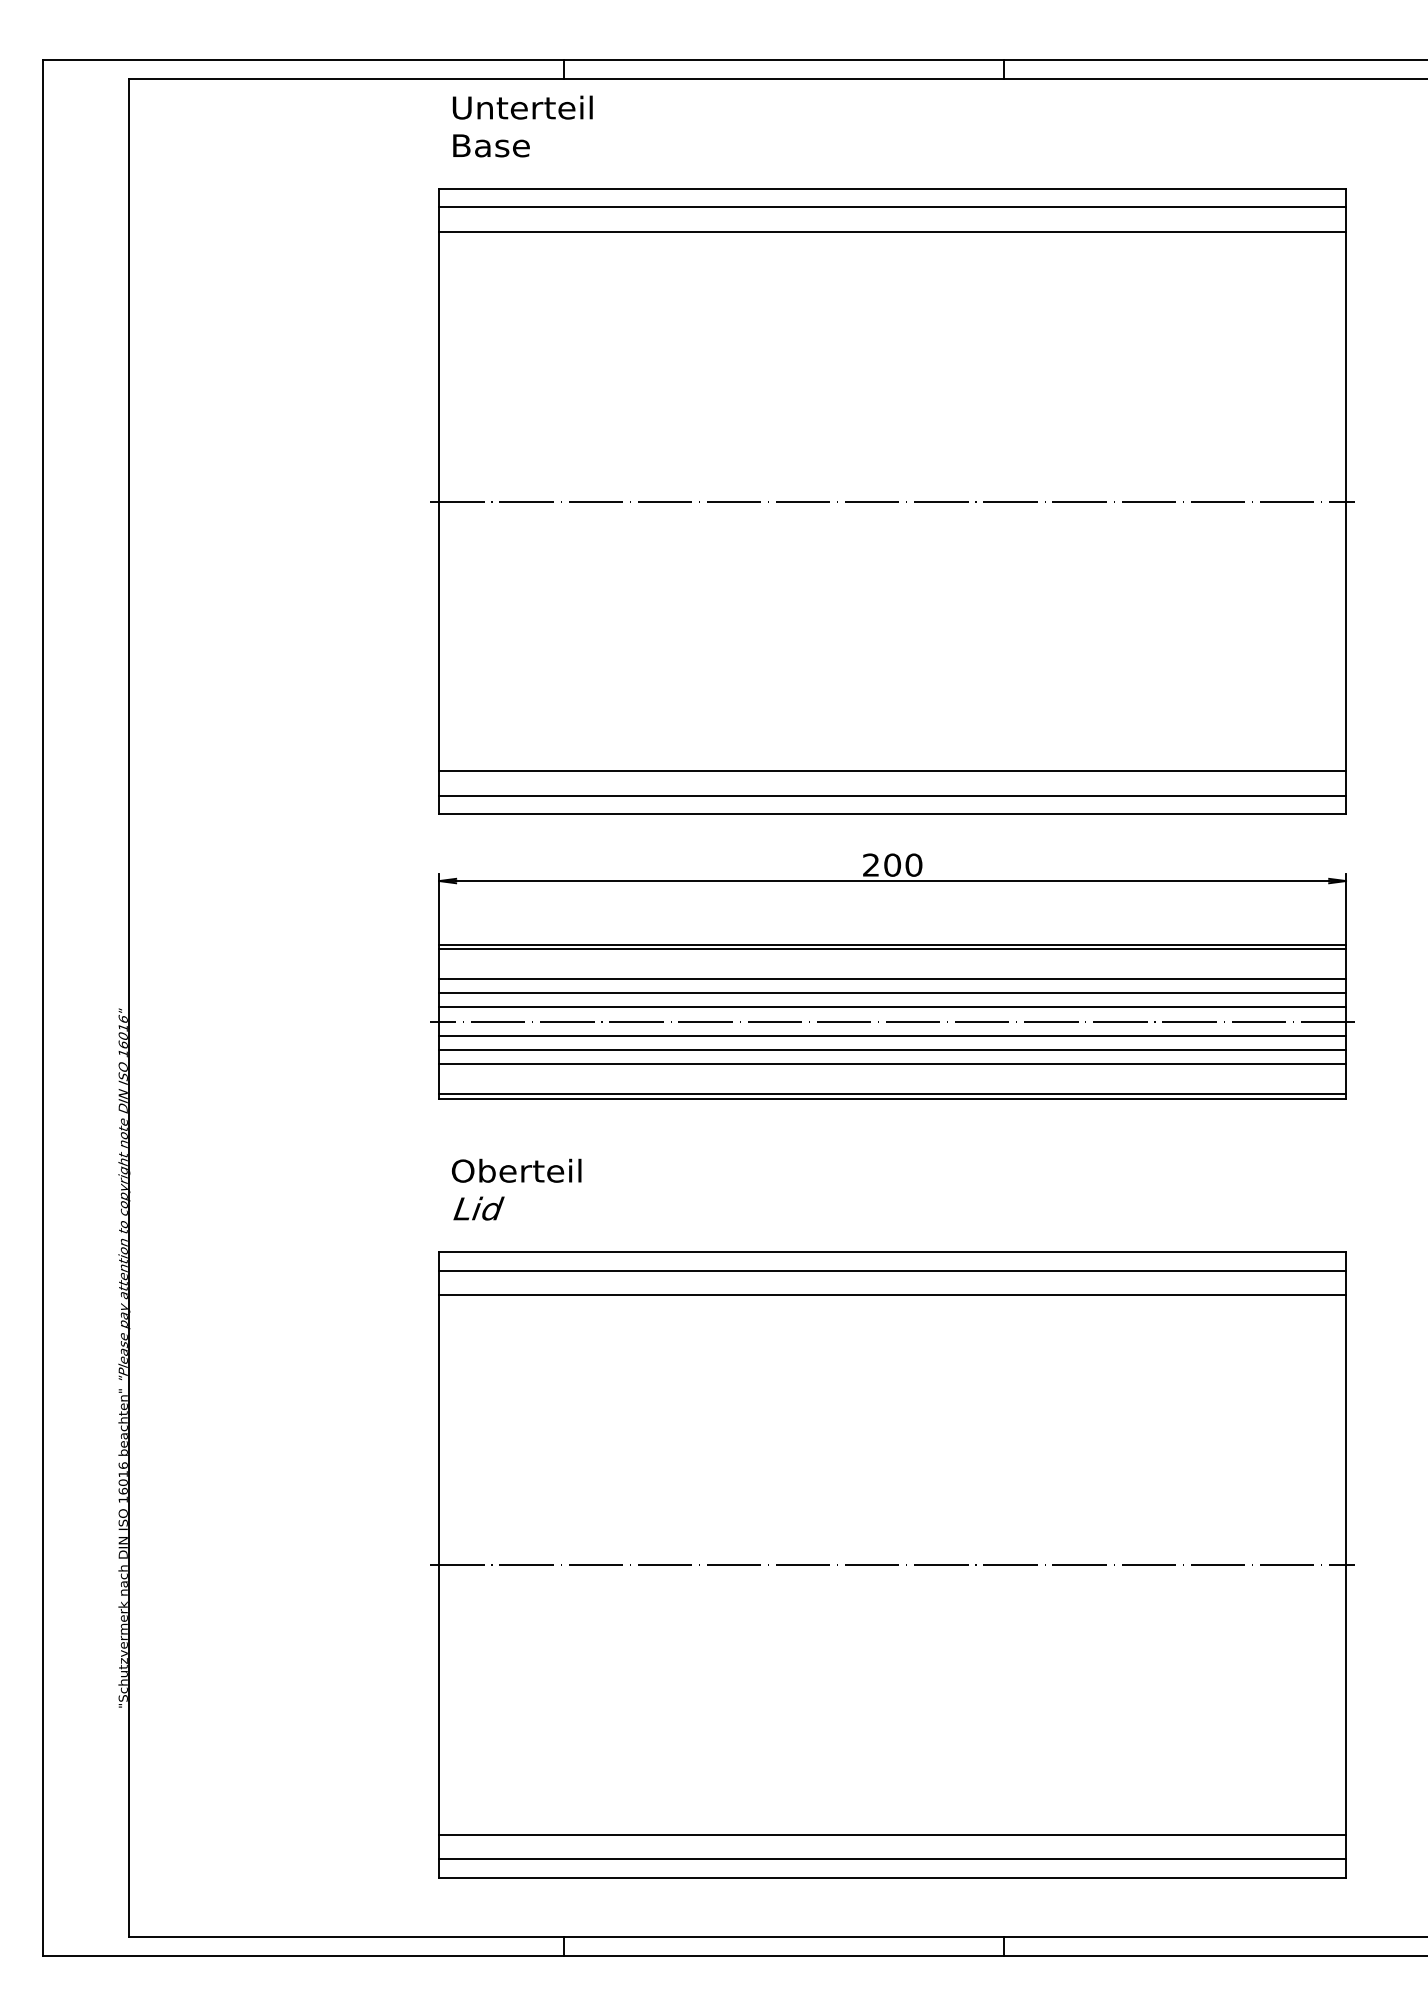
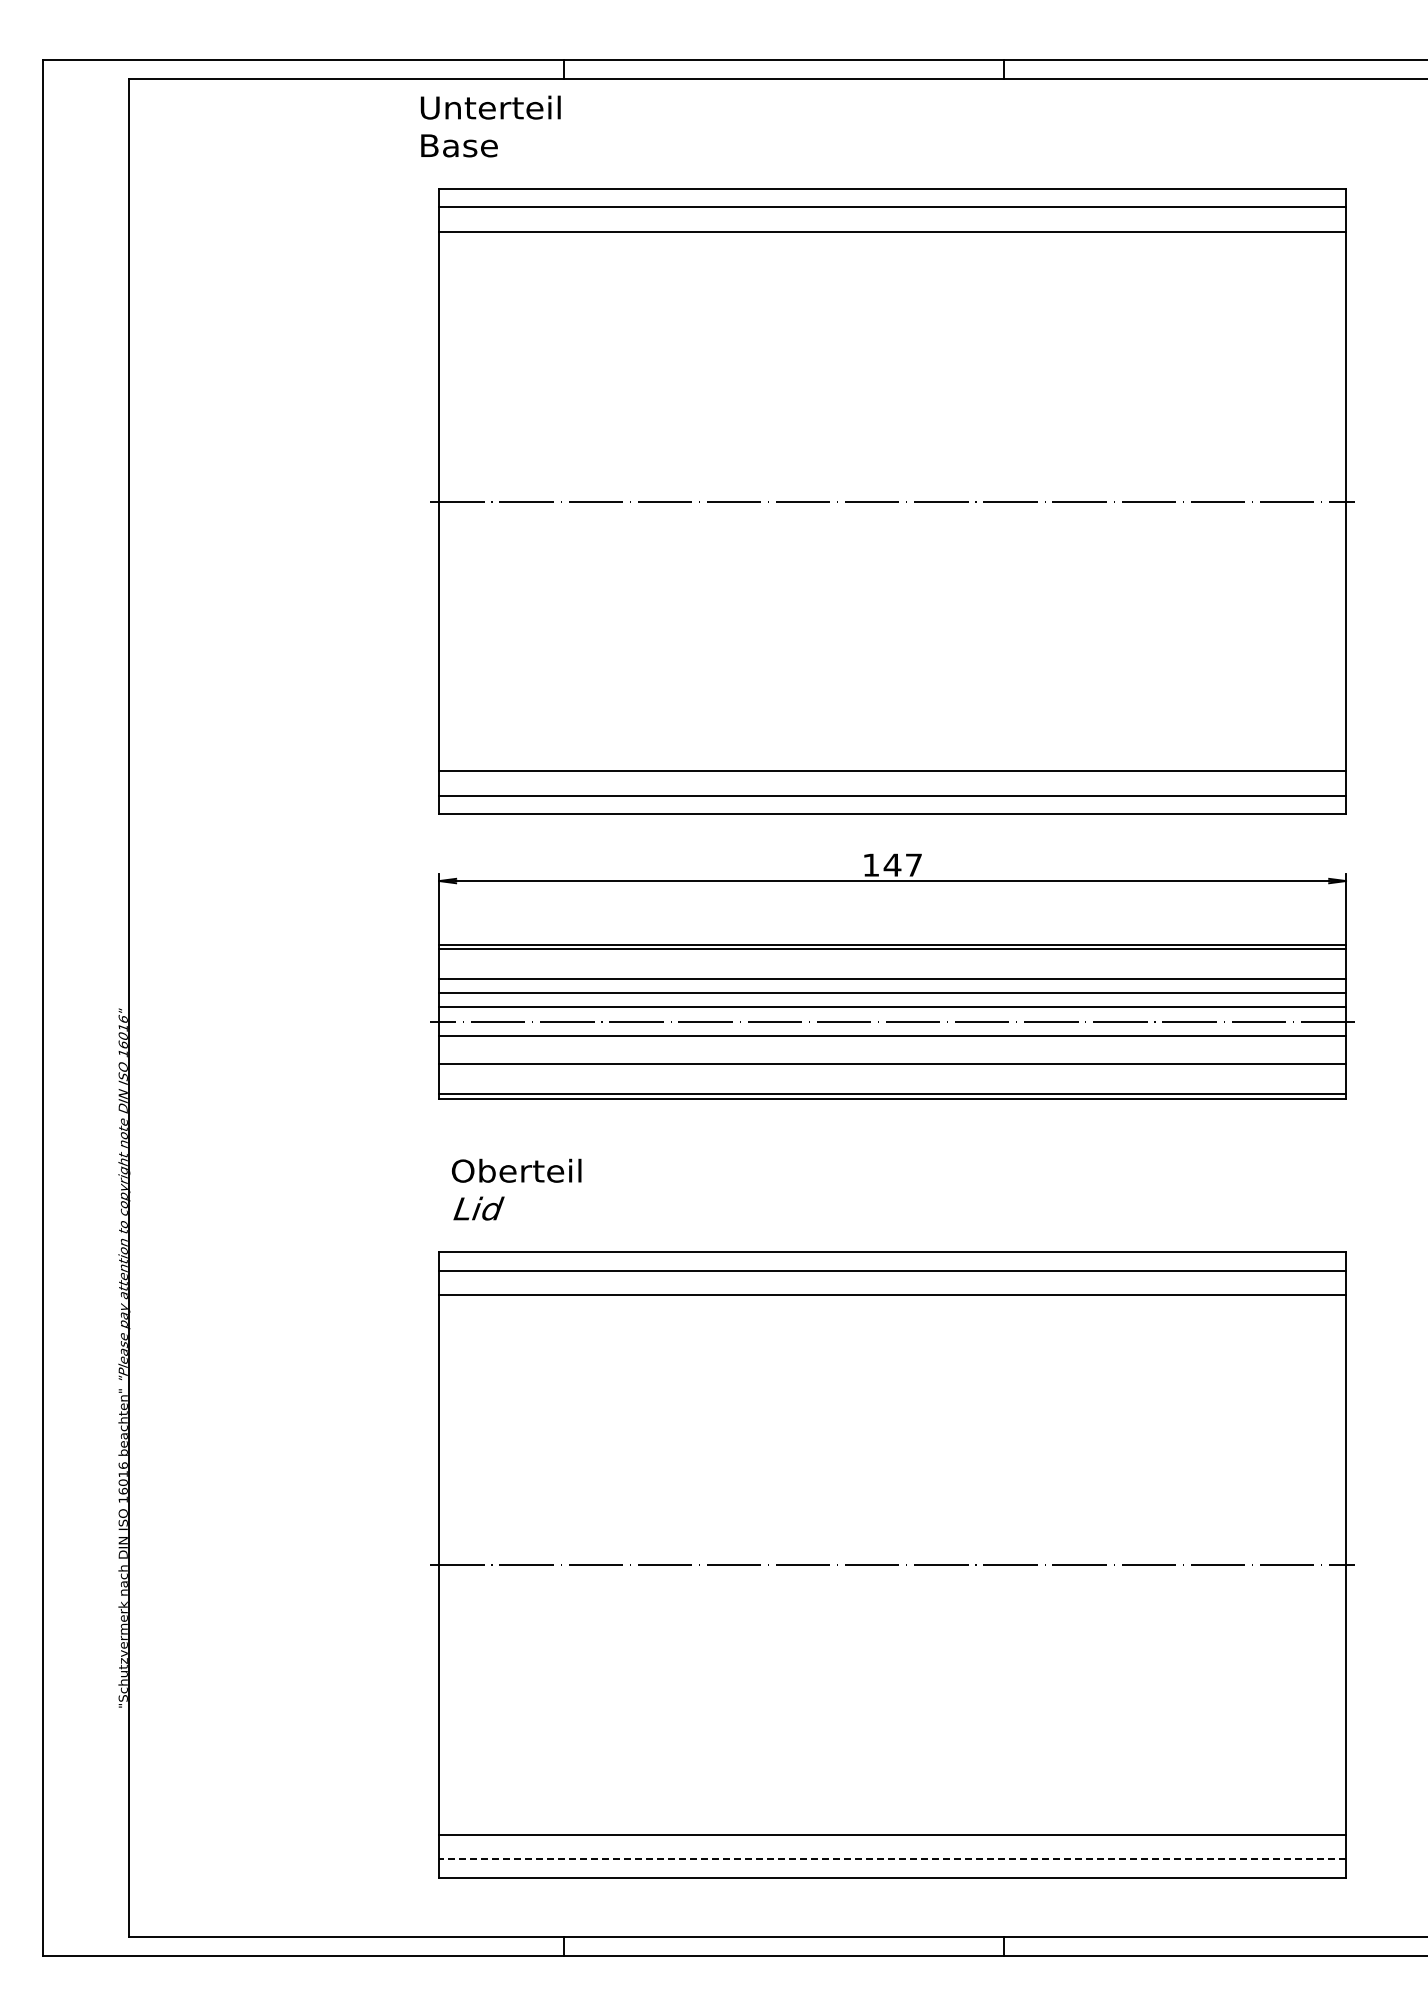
text at (522, 126) position: (522, 126) -> (490, 126)
text at (892, 864): 200 -> 147
line at (892, 1050): present -> none
line at (892, 1859): solid -> dashed
